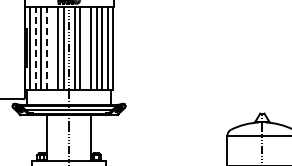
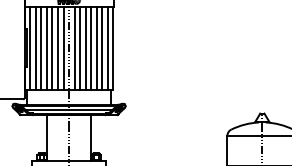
line at (52, 47): none -> present
line at (85, 47): none -> present
line at (35, 48): dashed -> solid
line at (46, 48): dashed -> solid
